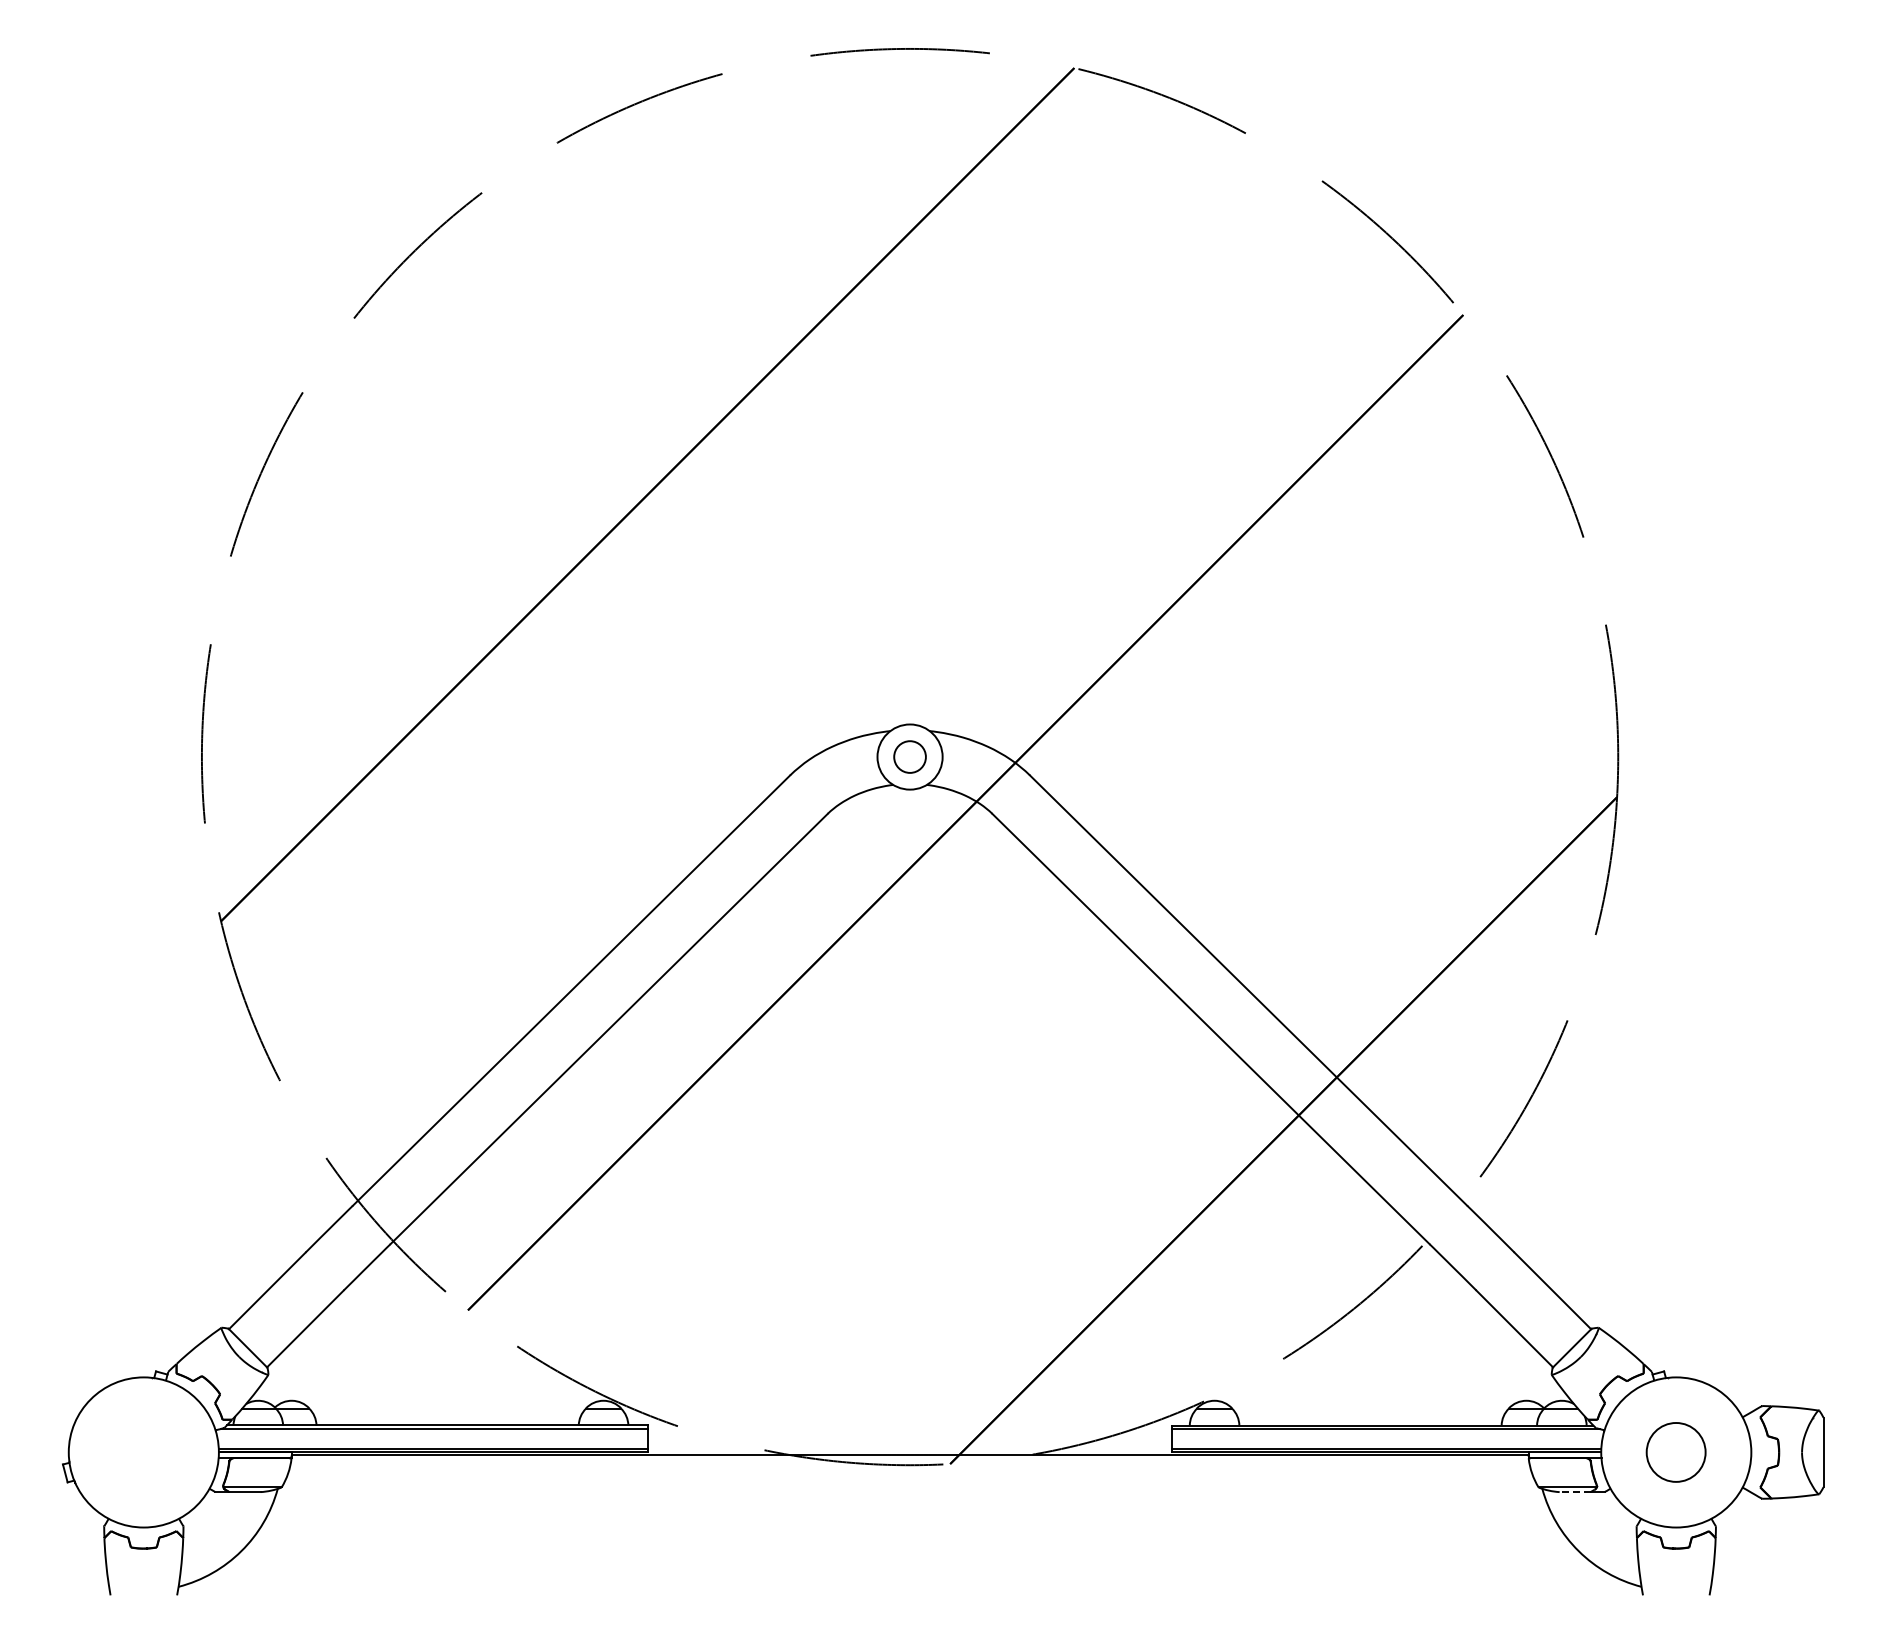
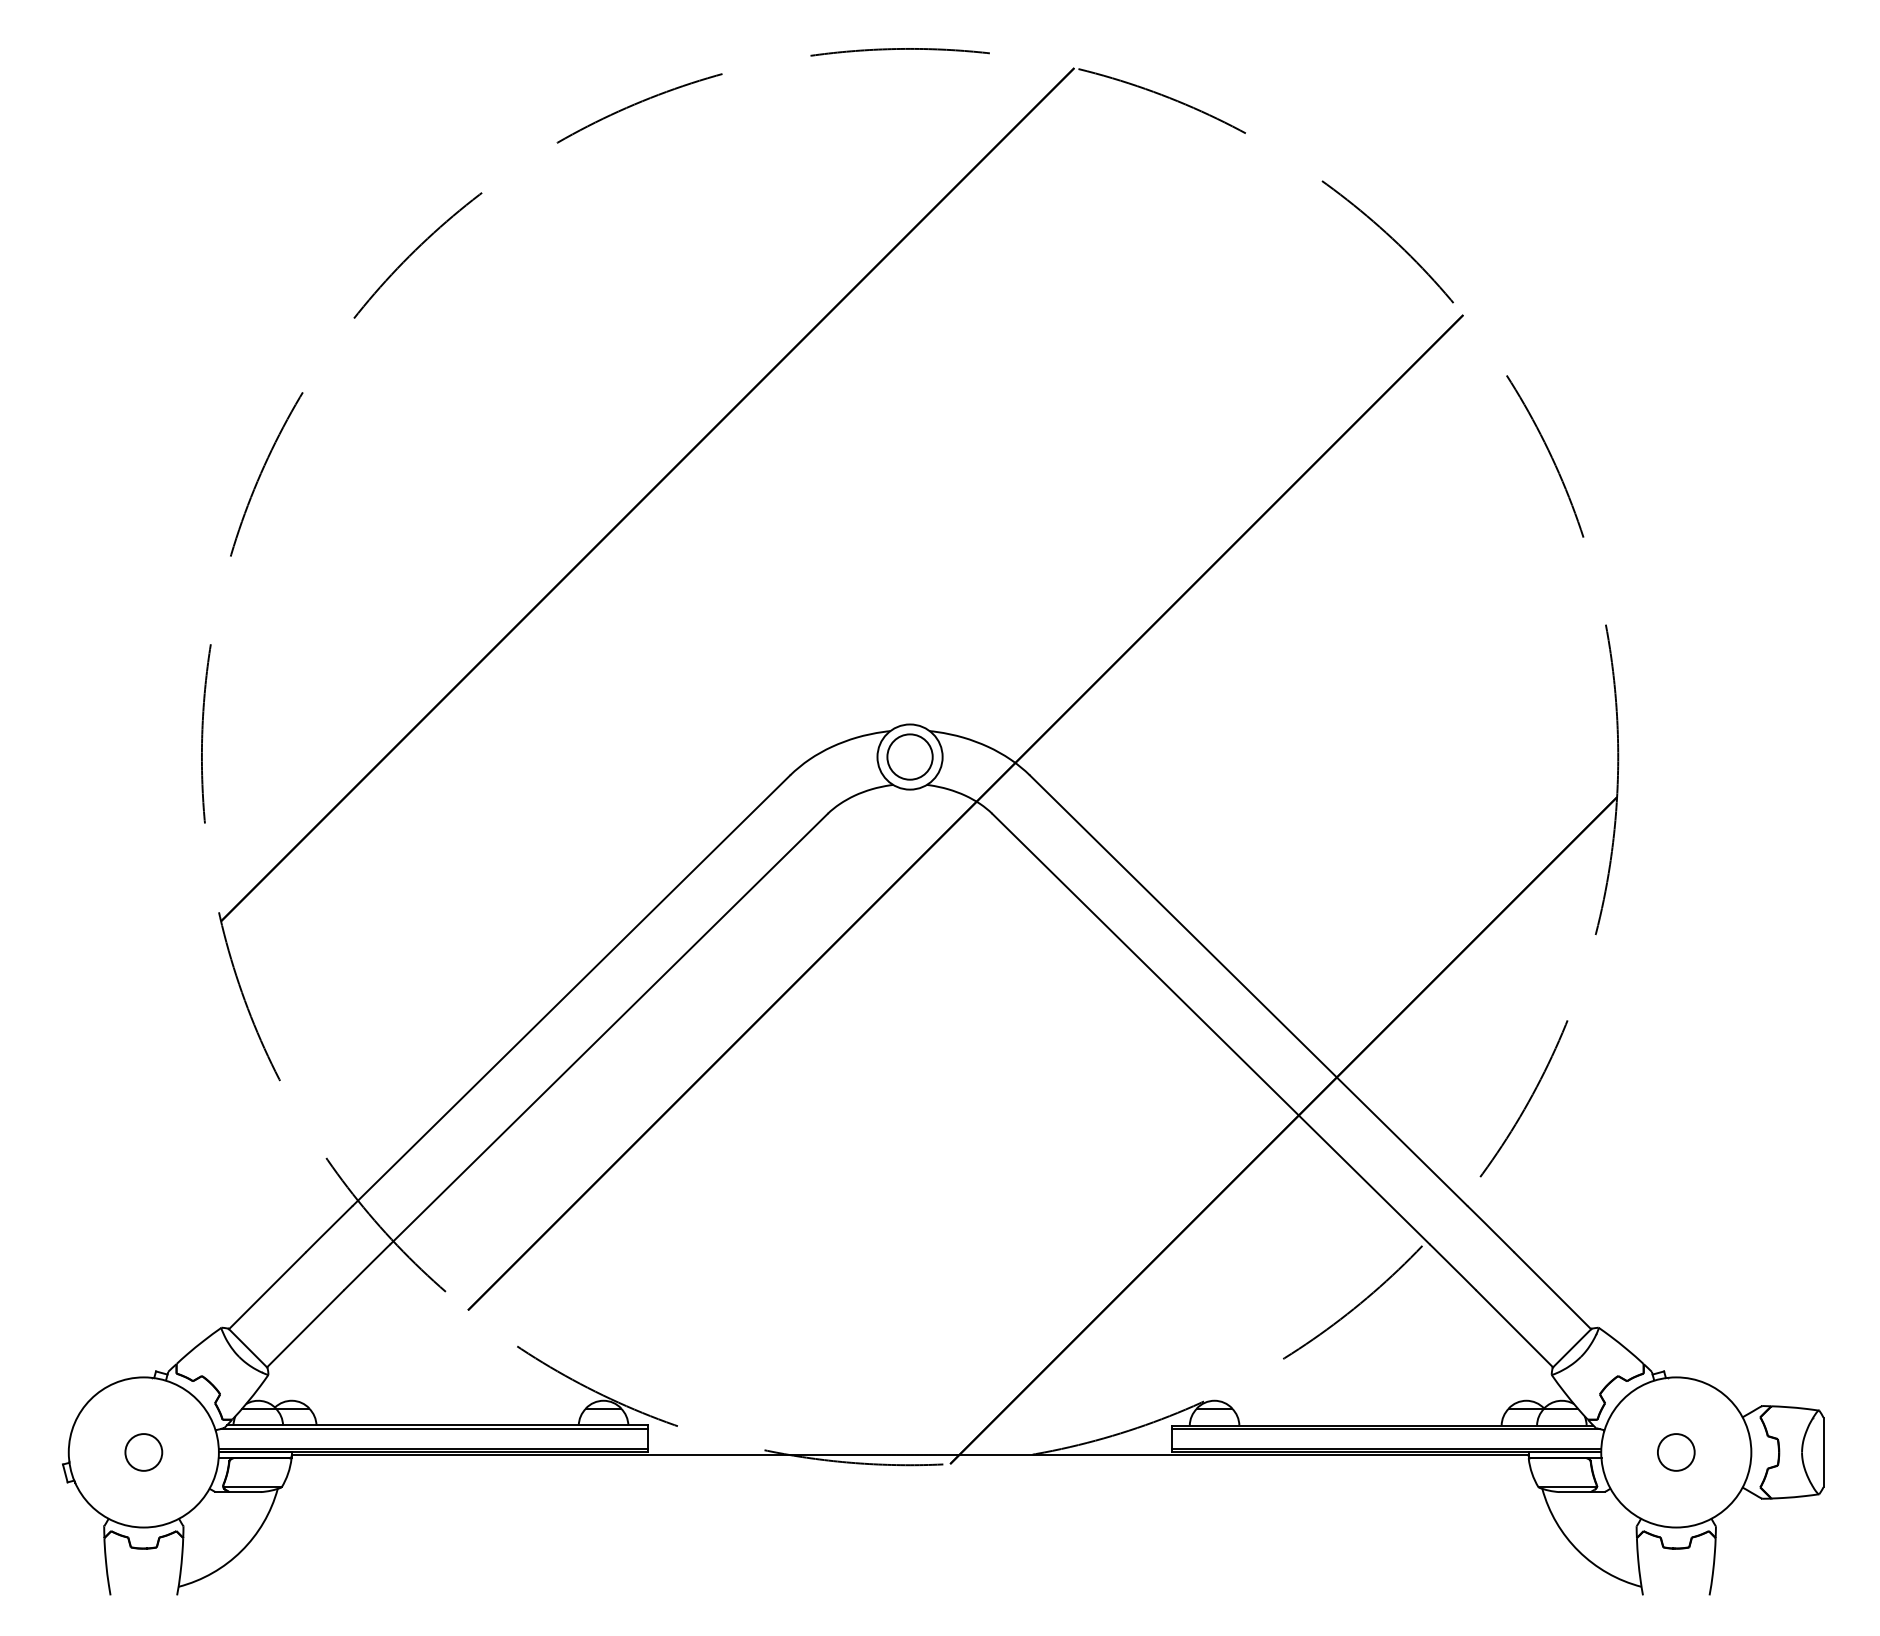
circle at (909, 756) diameter: 32 px -> 45 px
circle at (143, 1452): none -> present
circle at (1675, 1452) size: 62x61 px -> 39x39 px
line at (1575, 1492): dashed -> solid
